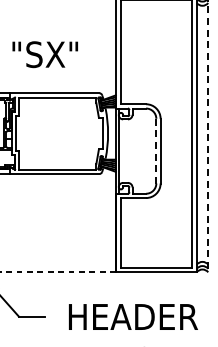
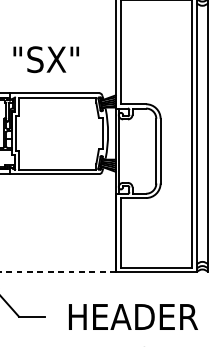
text at (44, 54) position: (44, 54) -> (45, 59)
line at (208, 136): dashed -> solid
line at (156, 151): dashed -> solid
